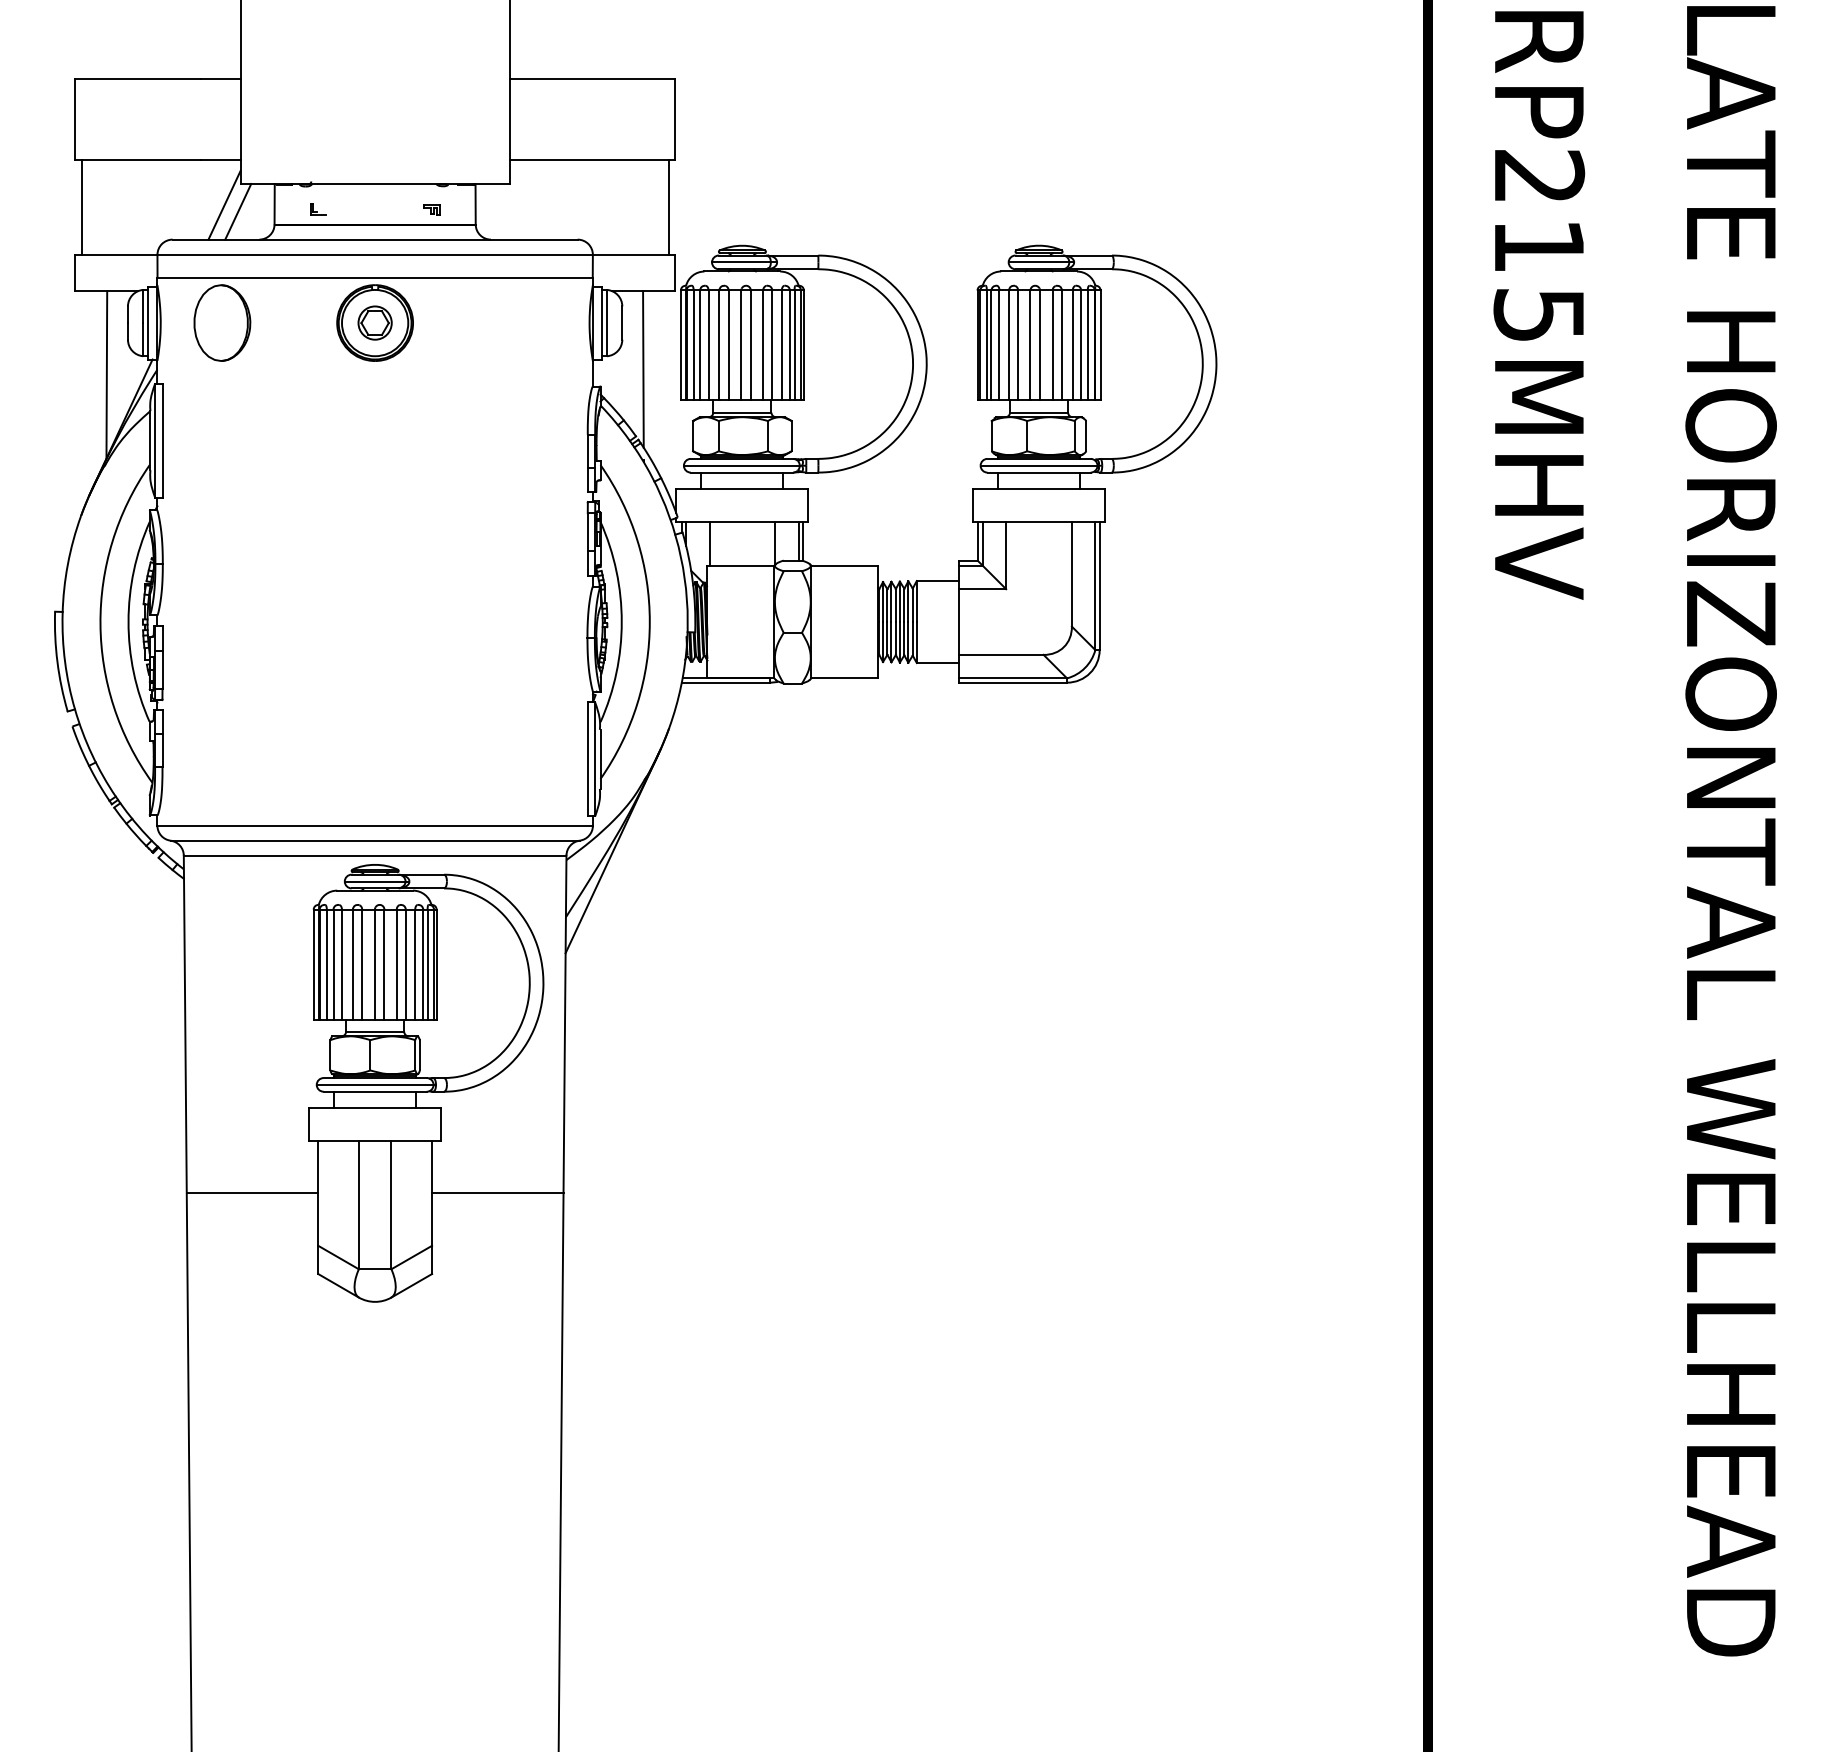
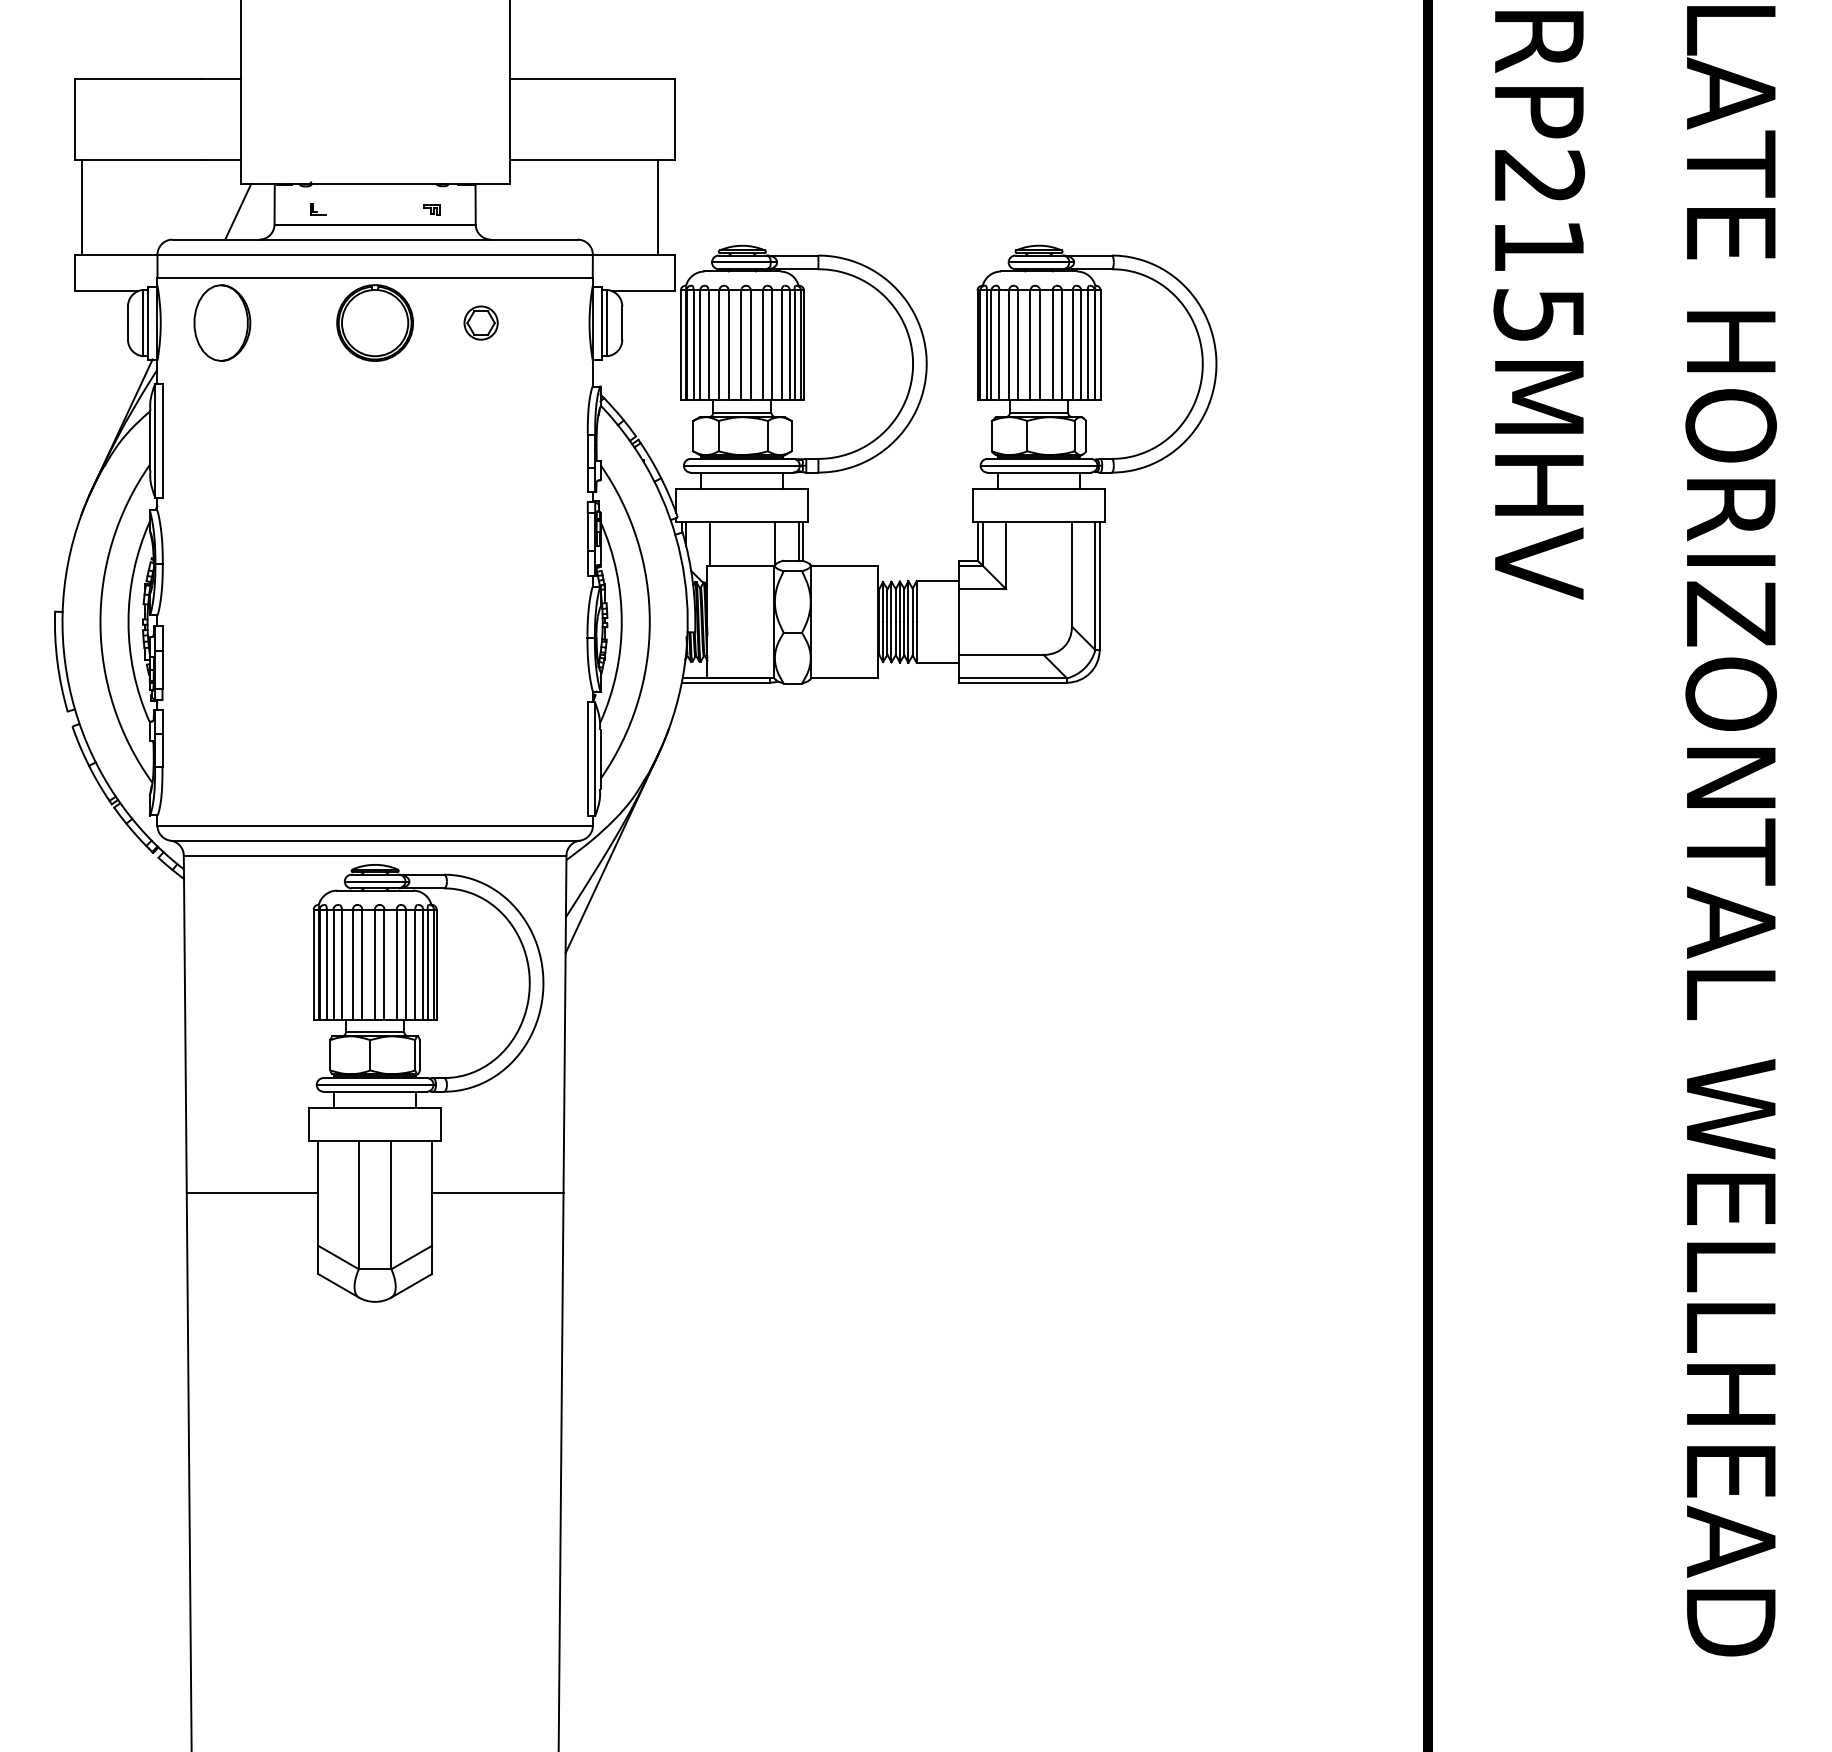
line at (224, 204): present -> none
line at (668, 206) position: (668, 206) -> (657, 206)
part at (374, 322) position: (374, 322) -> (480, 322)
line at (643, 369): present -> none
line at (106, 374): present -> none
